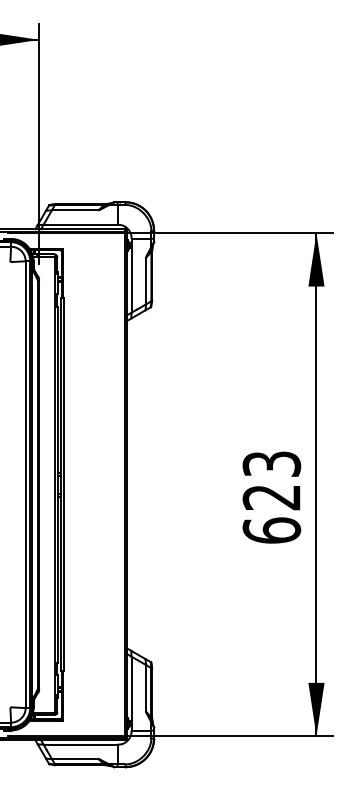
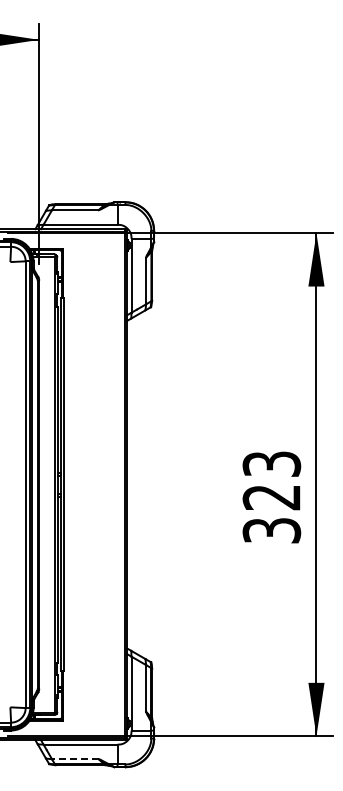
text at (271, 530): 623 -> 323
line at (74, 759): solid -> dashed
